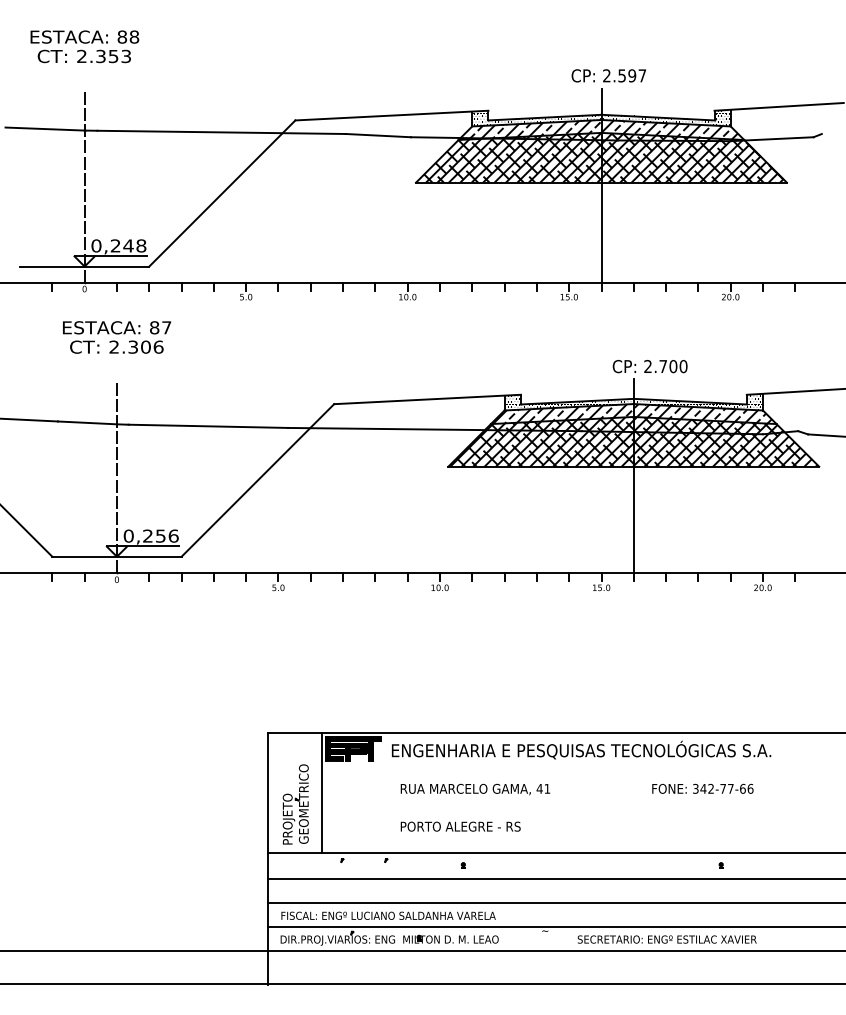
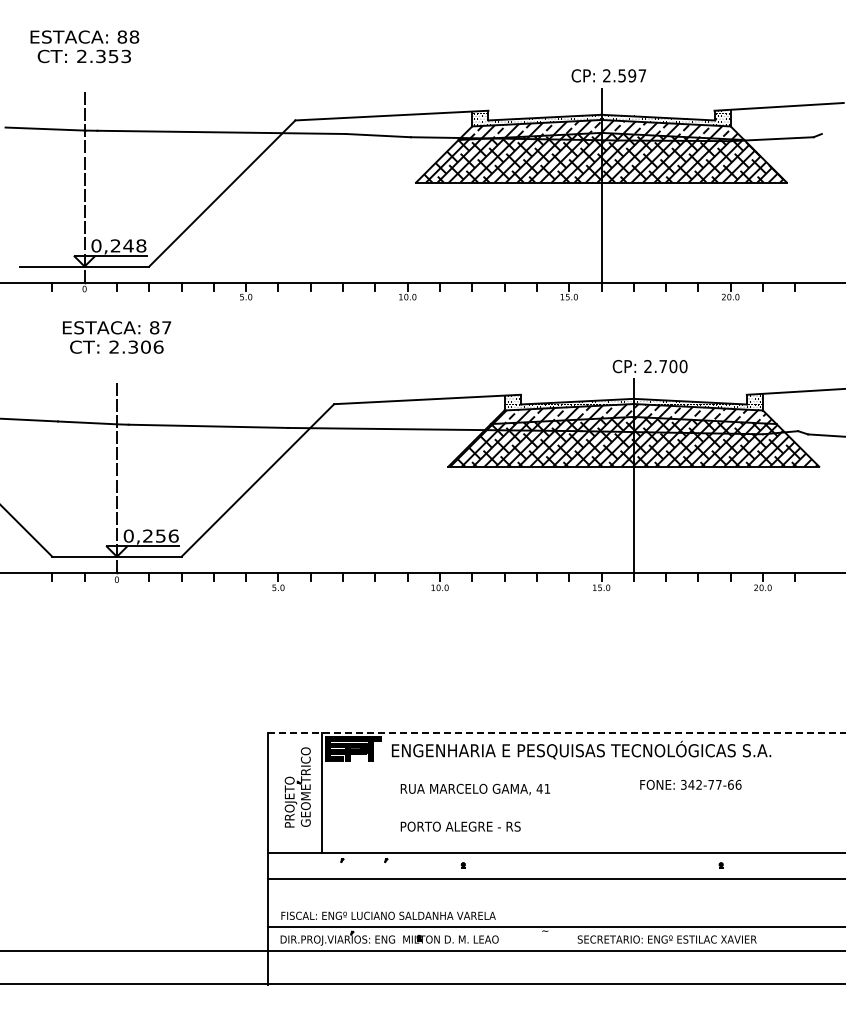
line at (556, 733): solid -> dashed
text at (702, 788) position: (702, 788) -> (690, 784)
part at (295, 804) position: (295, 804) -> (297, 787)
line at (554, 902): present -> none
